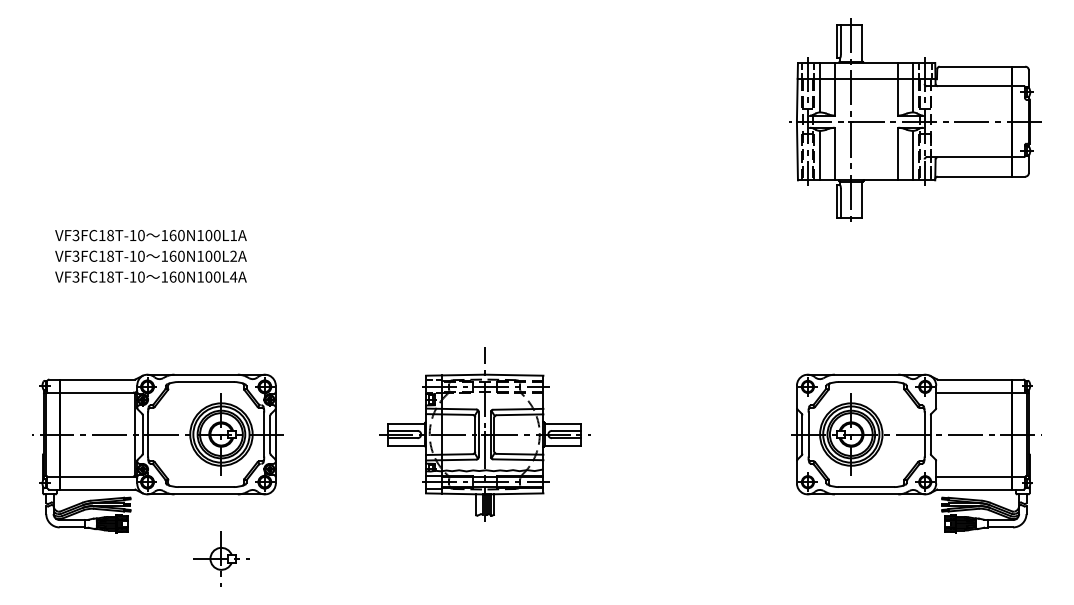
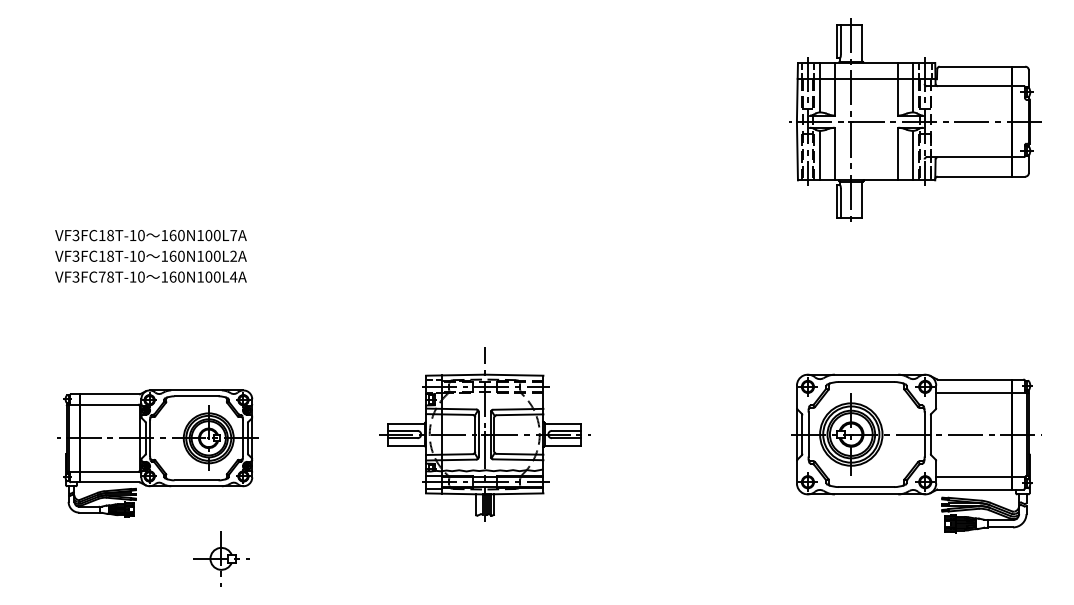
text at (233, 235): 160N100L1A -> 160N100L7A
text at (101, 276): VF3FC18T-10 -> VF3FC78T-10
part at (157, 453) size: 252x161 px -> 202x129 px
